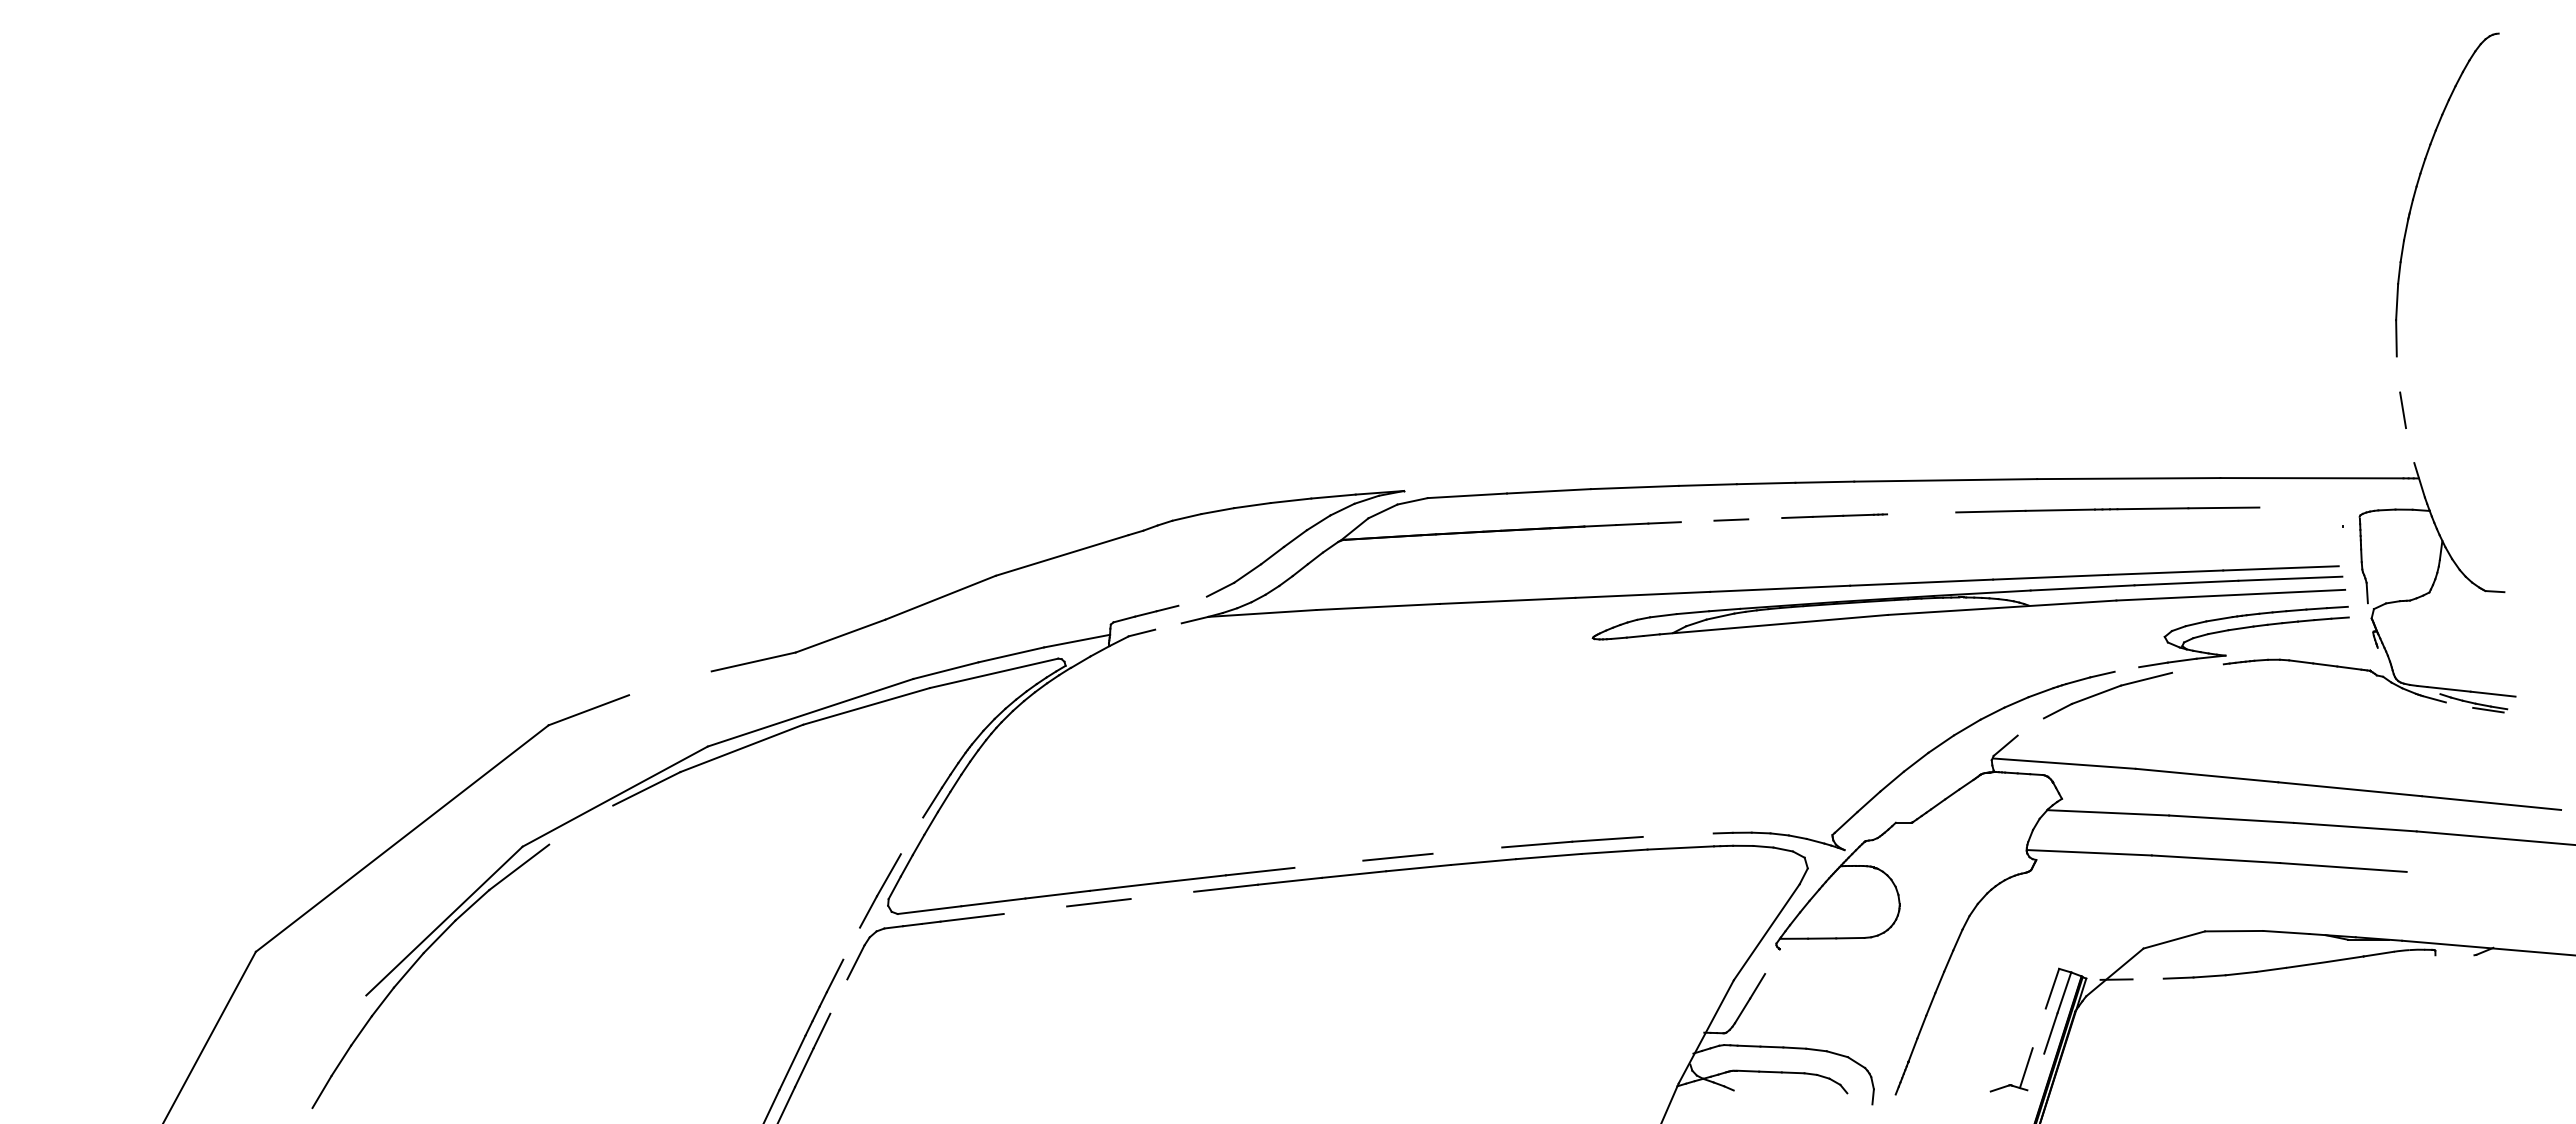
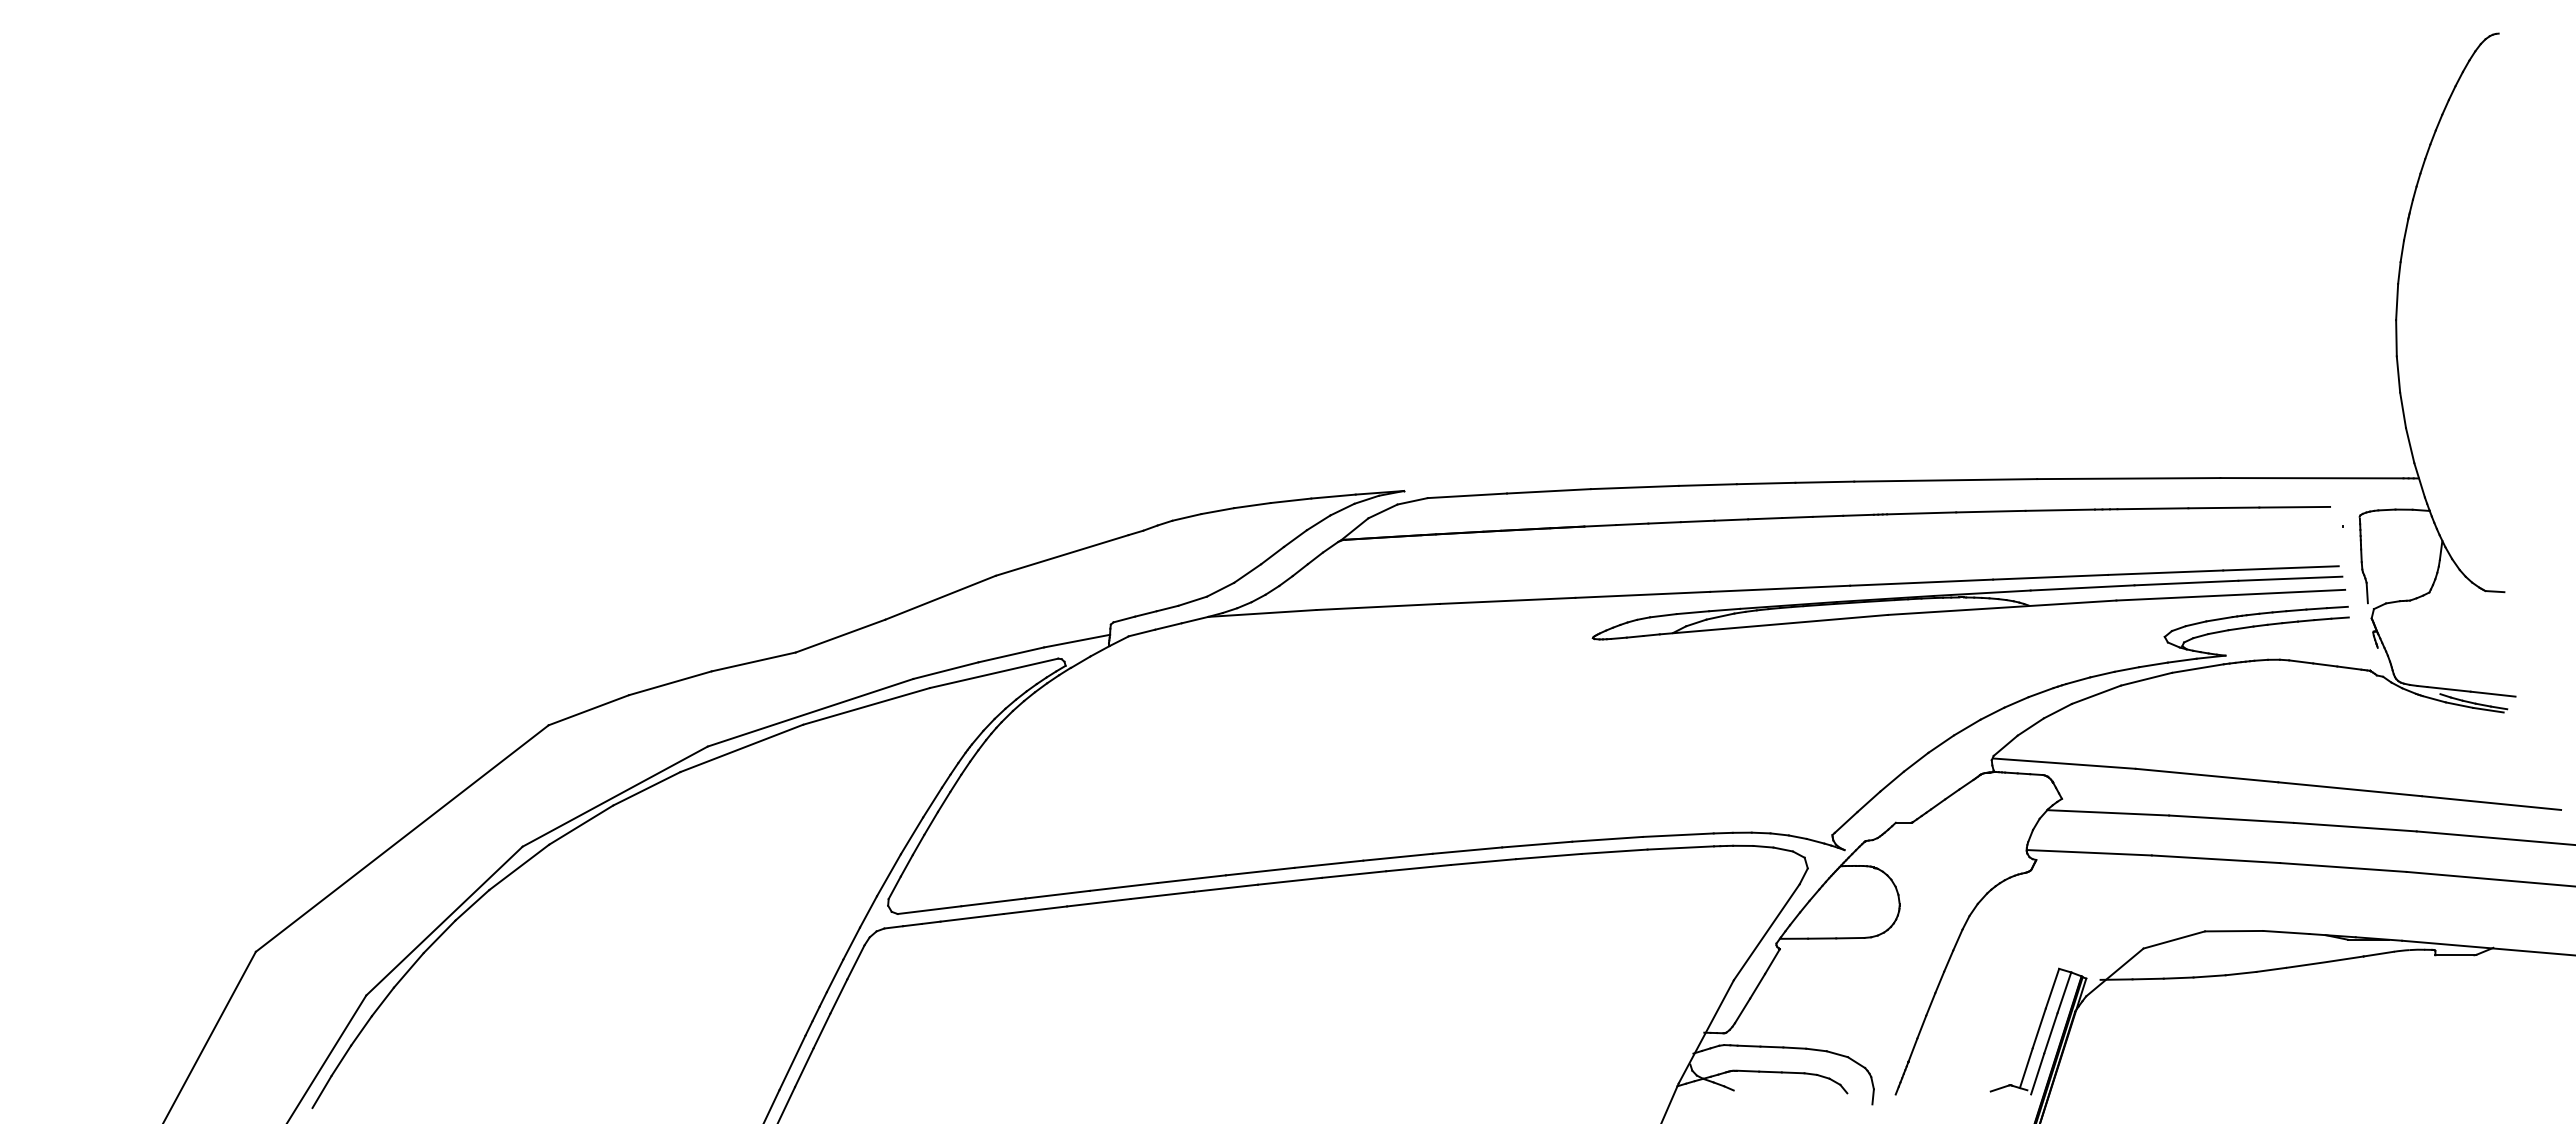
line at (2398, 374): none -> present
line at (2410, 445): none -> present
line at (2294, 506): none -> present
line at (1921, 513): none -> present
line at (1765, 518): none -> present
line at (1697, 521): none -> present
line at (1192, 600): none -> present
line at (1168, 626): none -> present
line at (2197, 668): none -> present
line at (2126, 669): none -> present
line at (670, 683): none -> present
line at (2459, 704): none -> present
line at (2030, 726): none -> present
line at (581, 824): none -> present
line at (1677, 834): none -> present
line at (911, 835): none -> present
line at (1467, 850): none -> present
line at (1328, 863): none -> present
line at (2489, 878): none -> present
line at (1162, 895): none -> present
line at (1035, 910): none -> present
line at (851, 943): none -> present
line at (2454, 955): none -> present
line at (1772, 961): none -> present
line at (2147, 978): none -> present
line at (838, 996): none -> present
line at (2038, 1028): none -> present
line at (327, 1057): none -> present
line at (2037, 1073): none -> present
